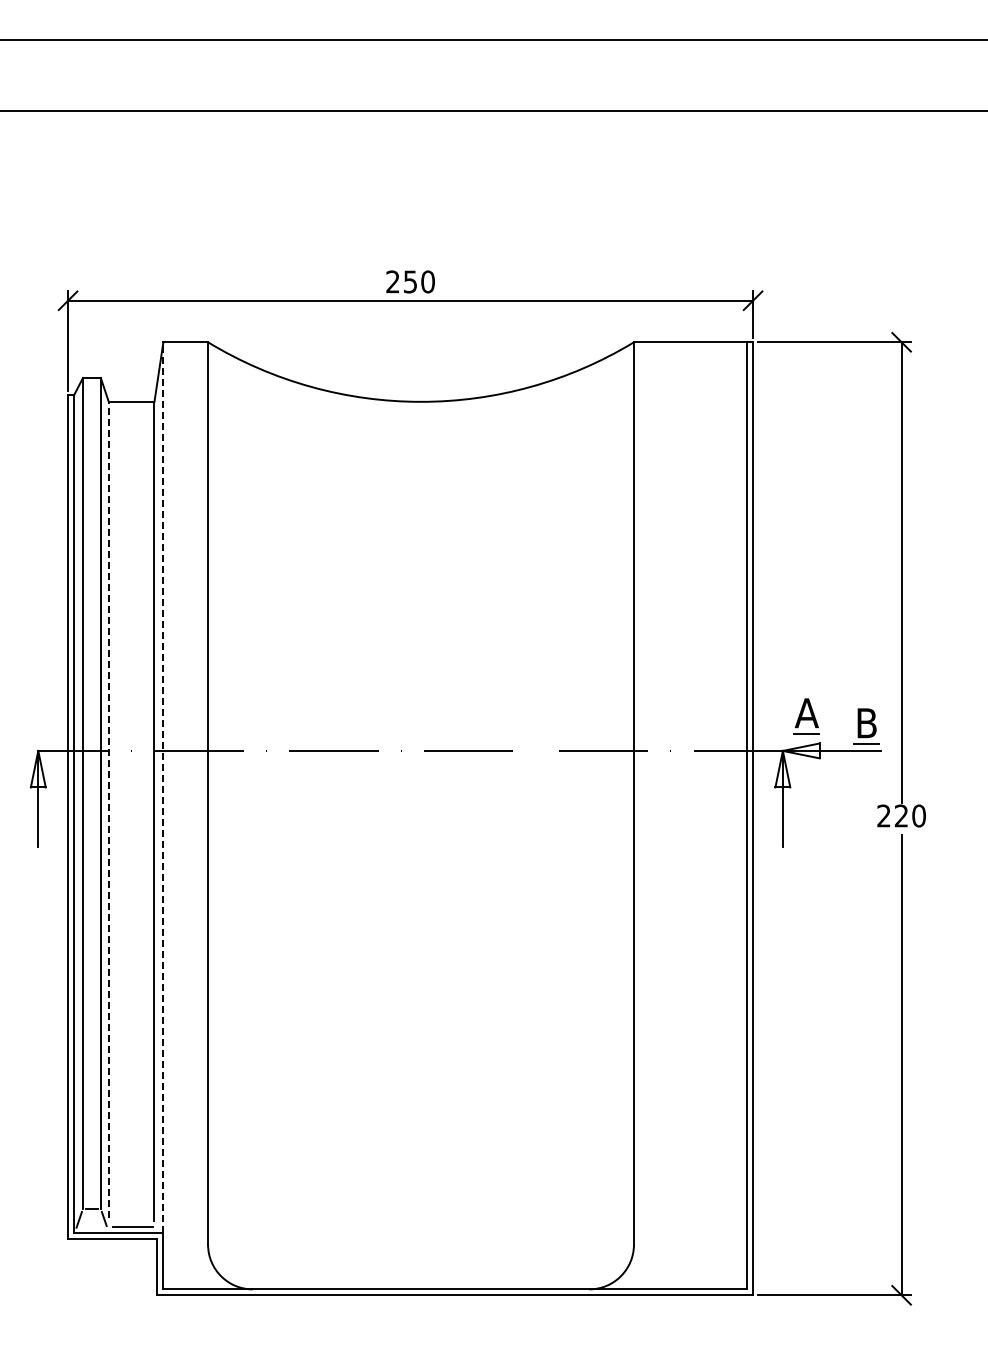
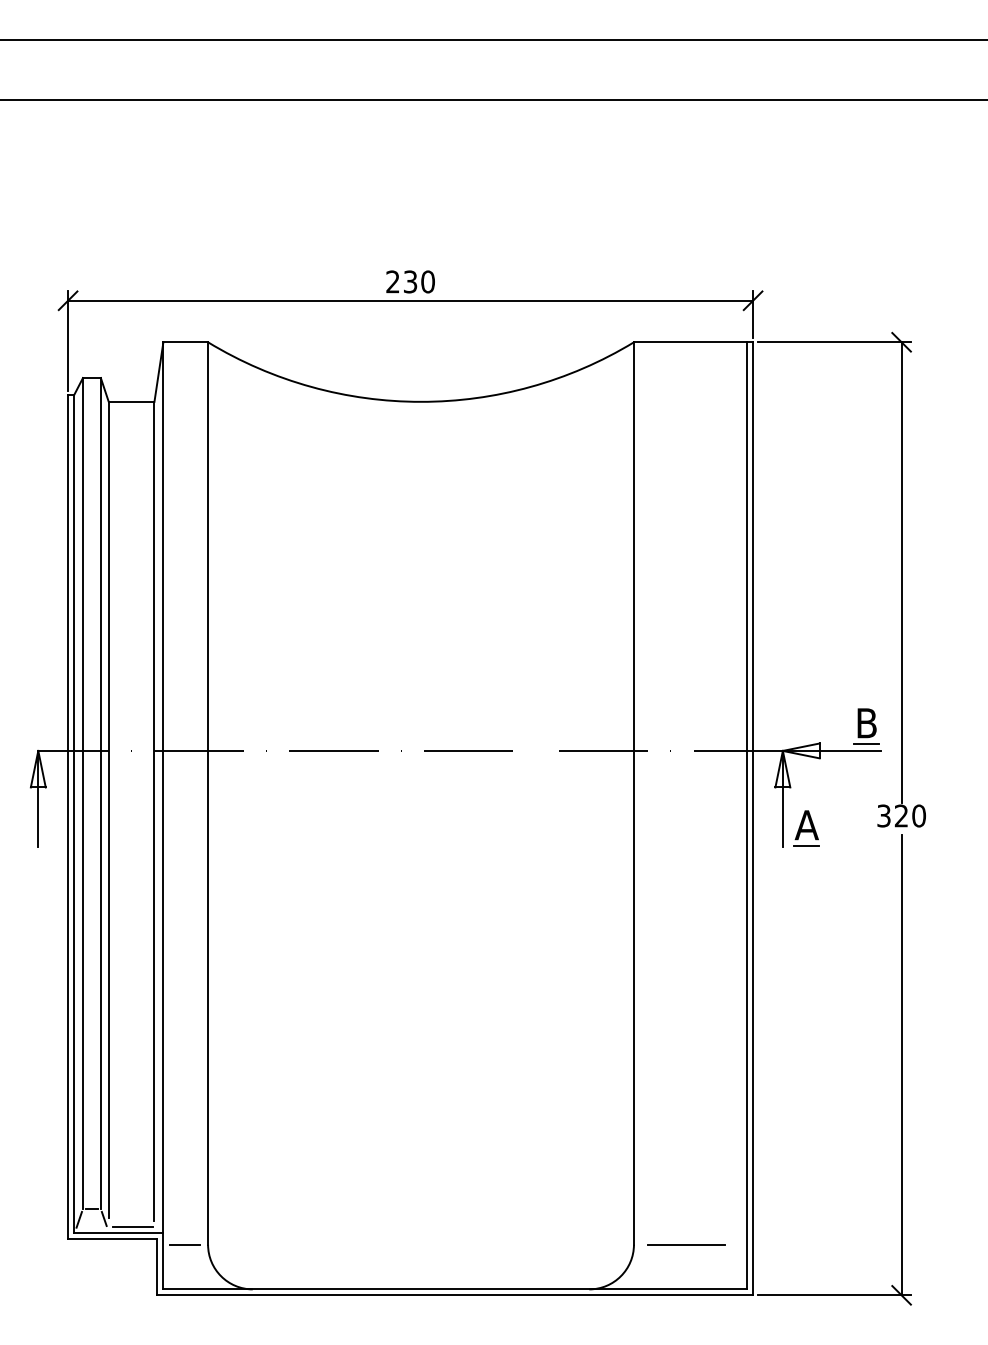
line at (493, 110) position: (493, 110) -> (493, 99)
text at (410, 281): 250 -> 230
part at (806, 716) position: (806, 716) -> (806, 828)
line at (163, 787): dashed -> solid
line at (108, 809): dashed -> solid
text at (883, 815): 220 -> 320
line at (184, 1244): none -> present
line at (686, 1244): none -> present
